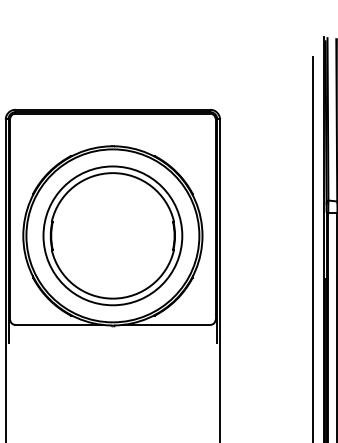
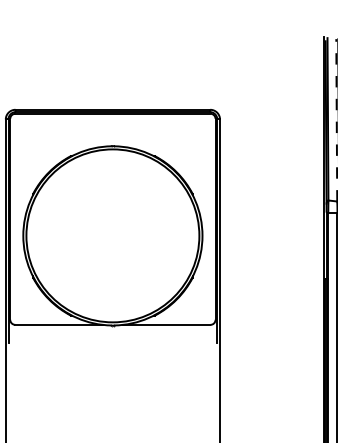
line at (336, 119): solid -> dashed
part at (112, 235): present -> none
line at (312, 248): present -> none
